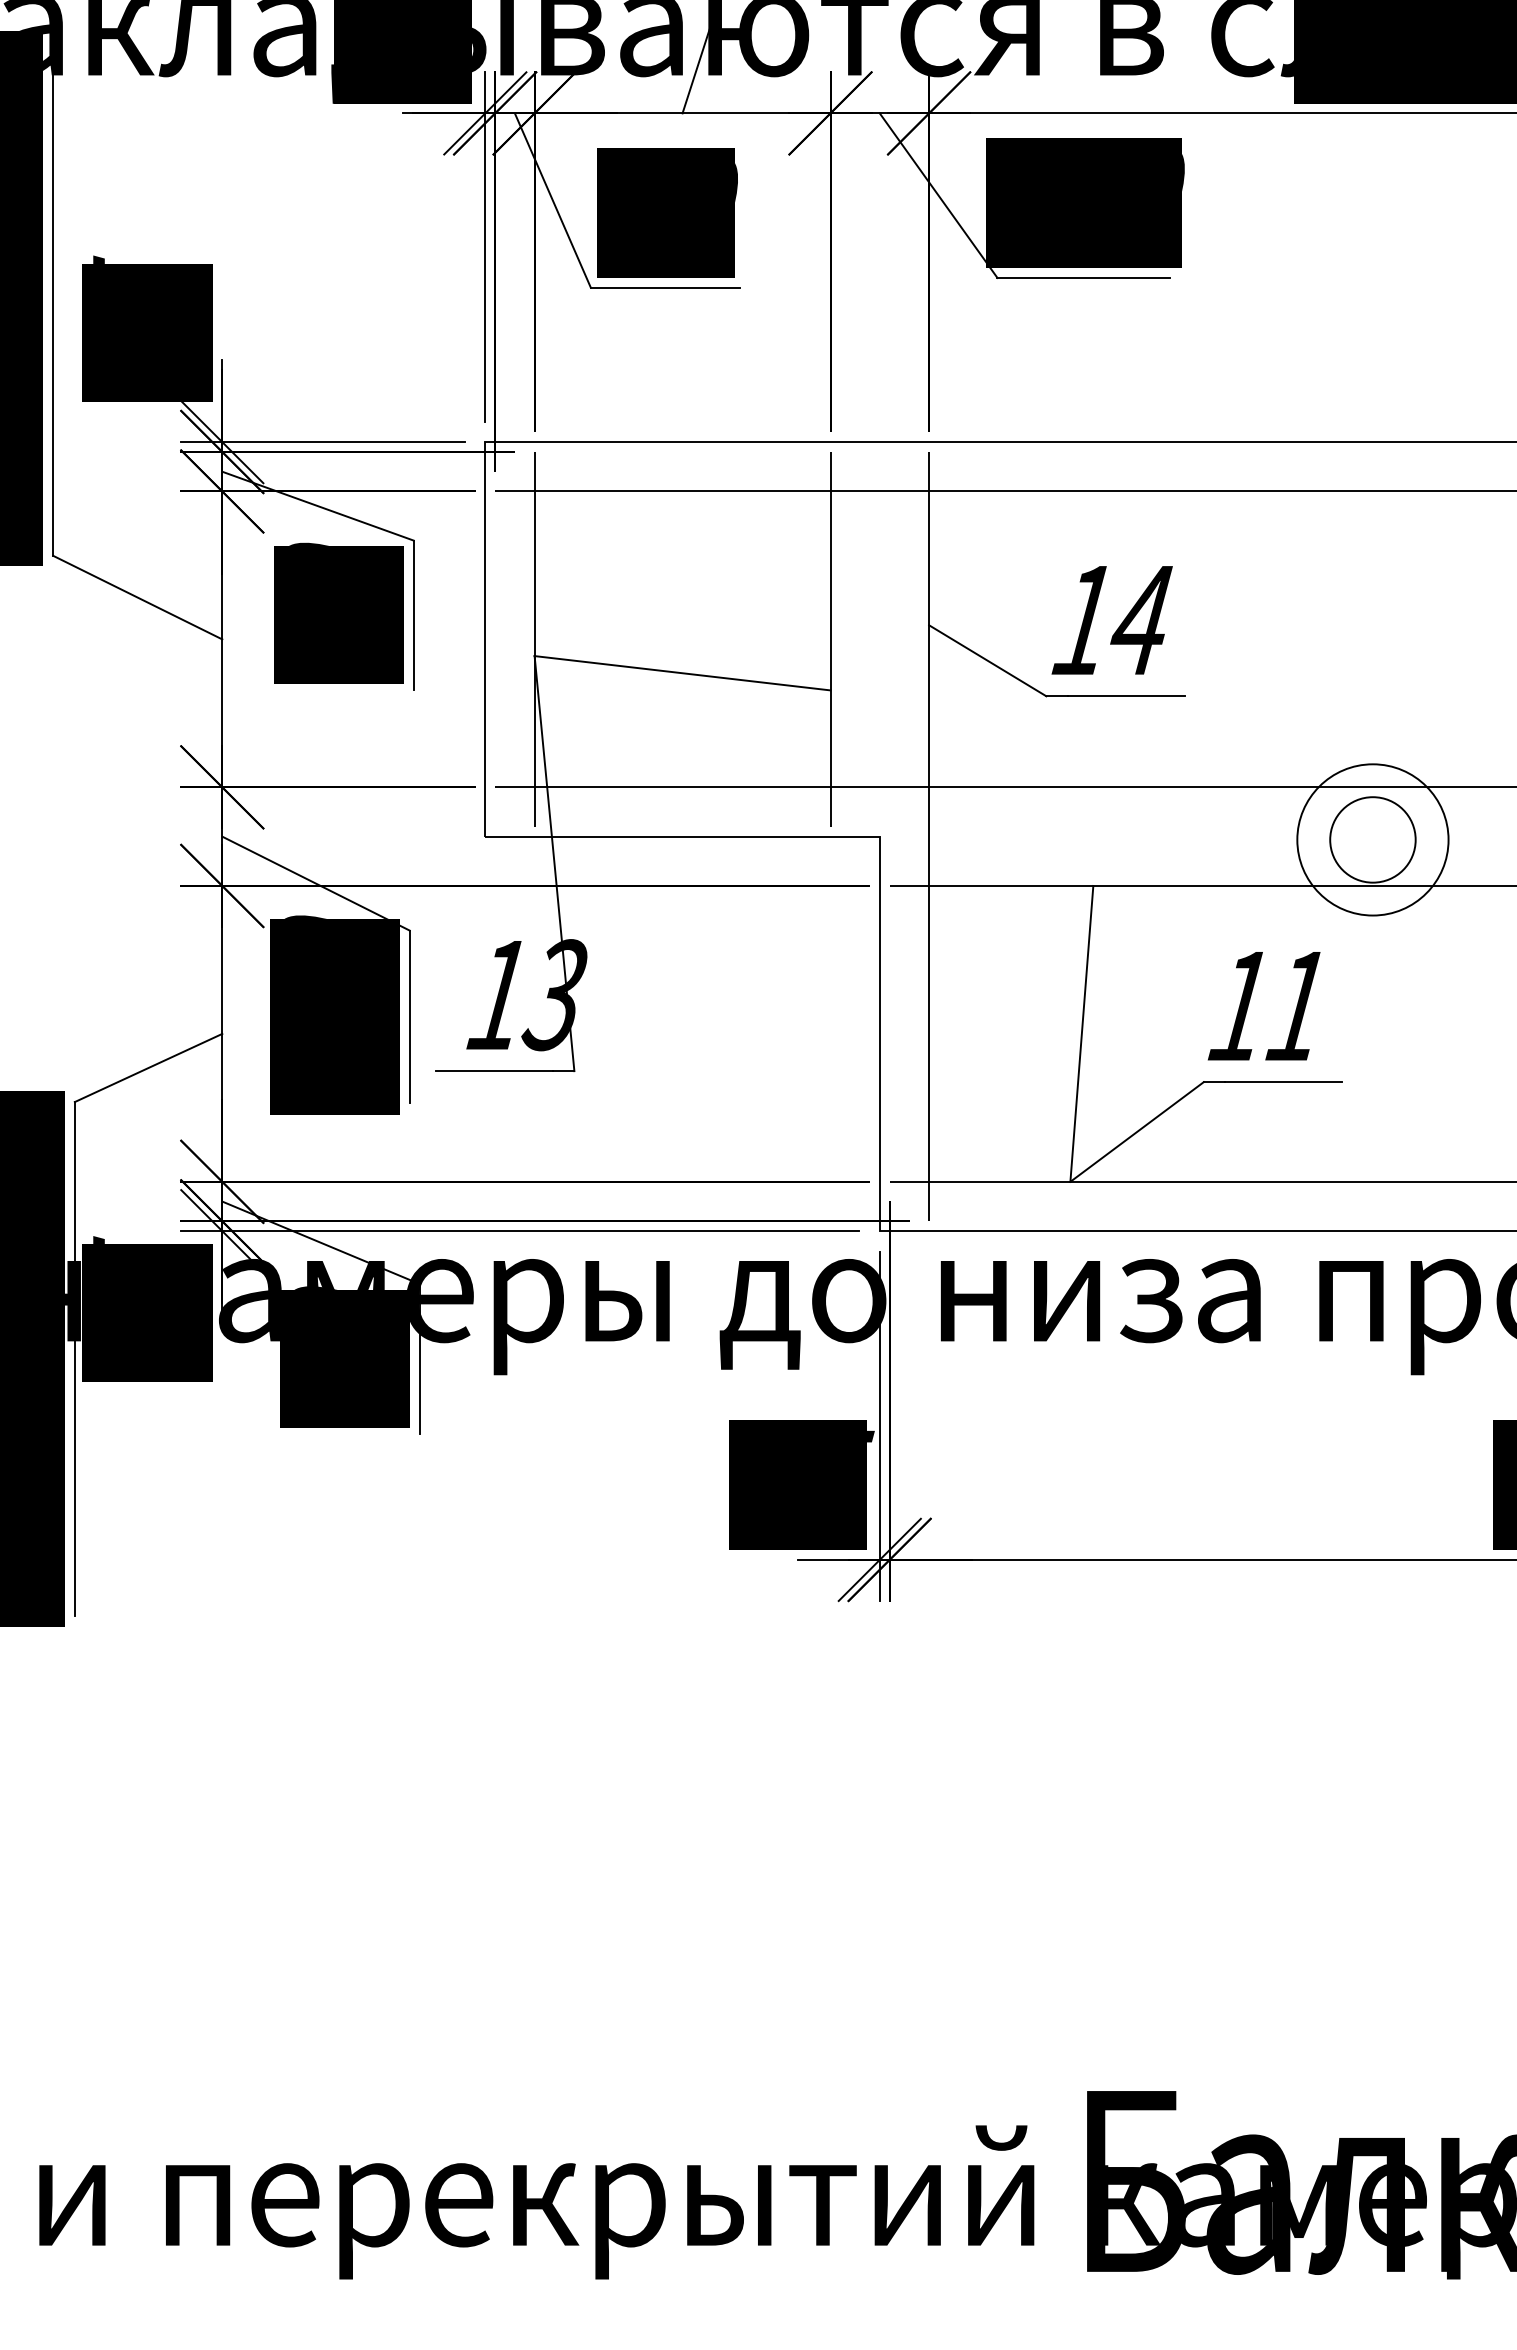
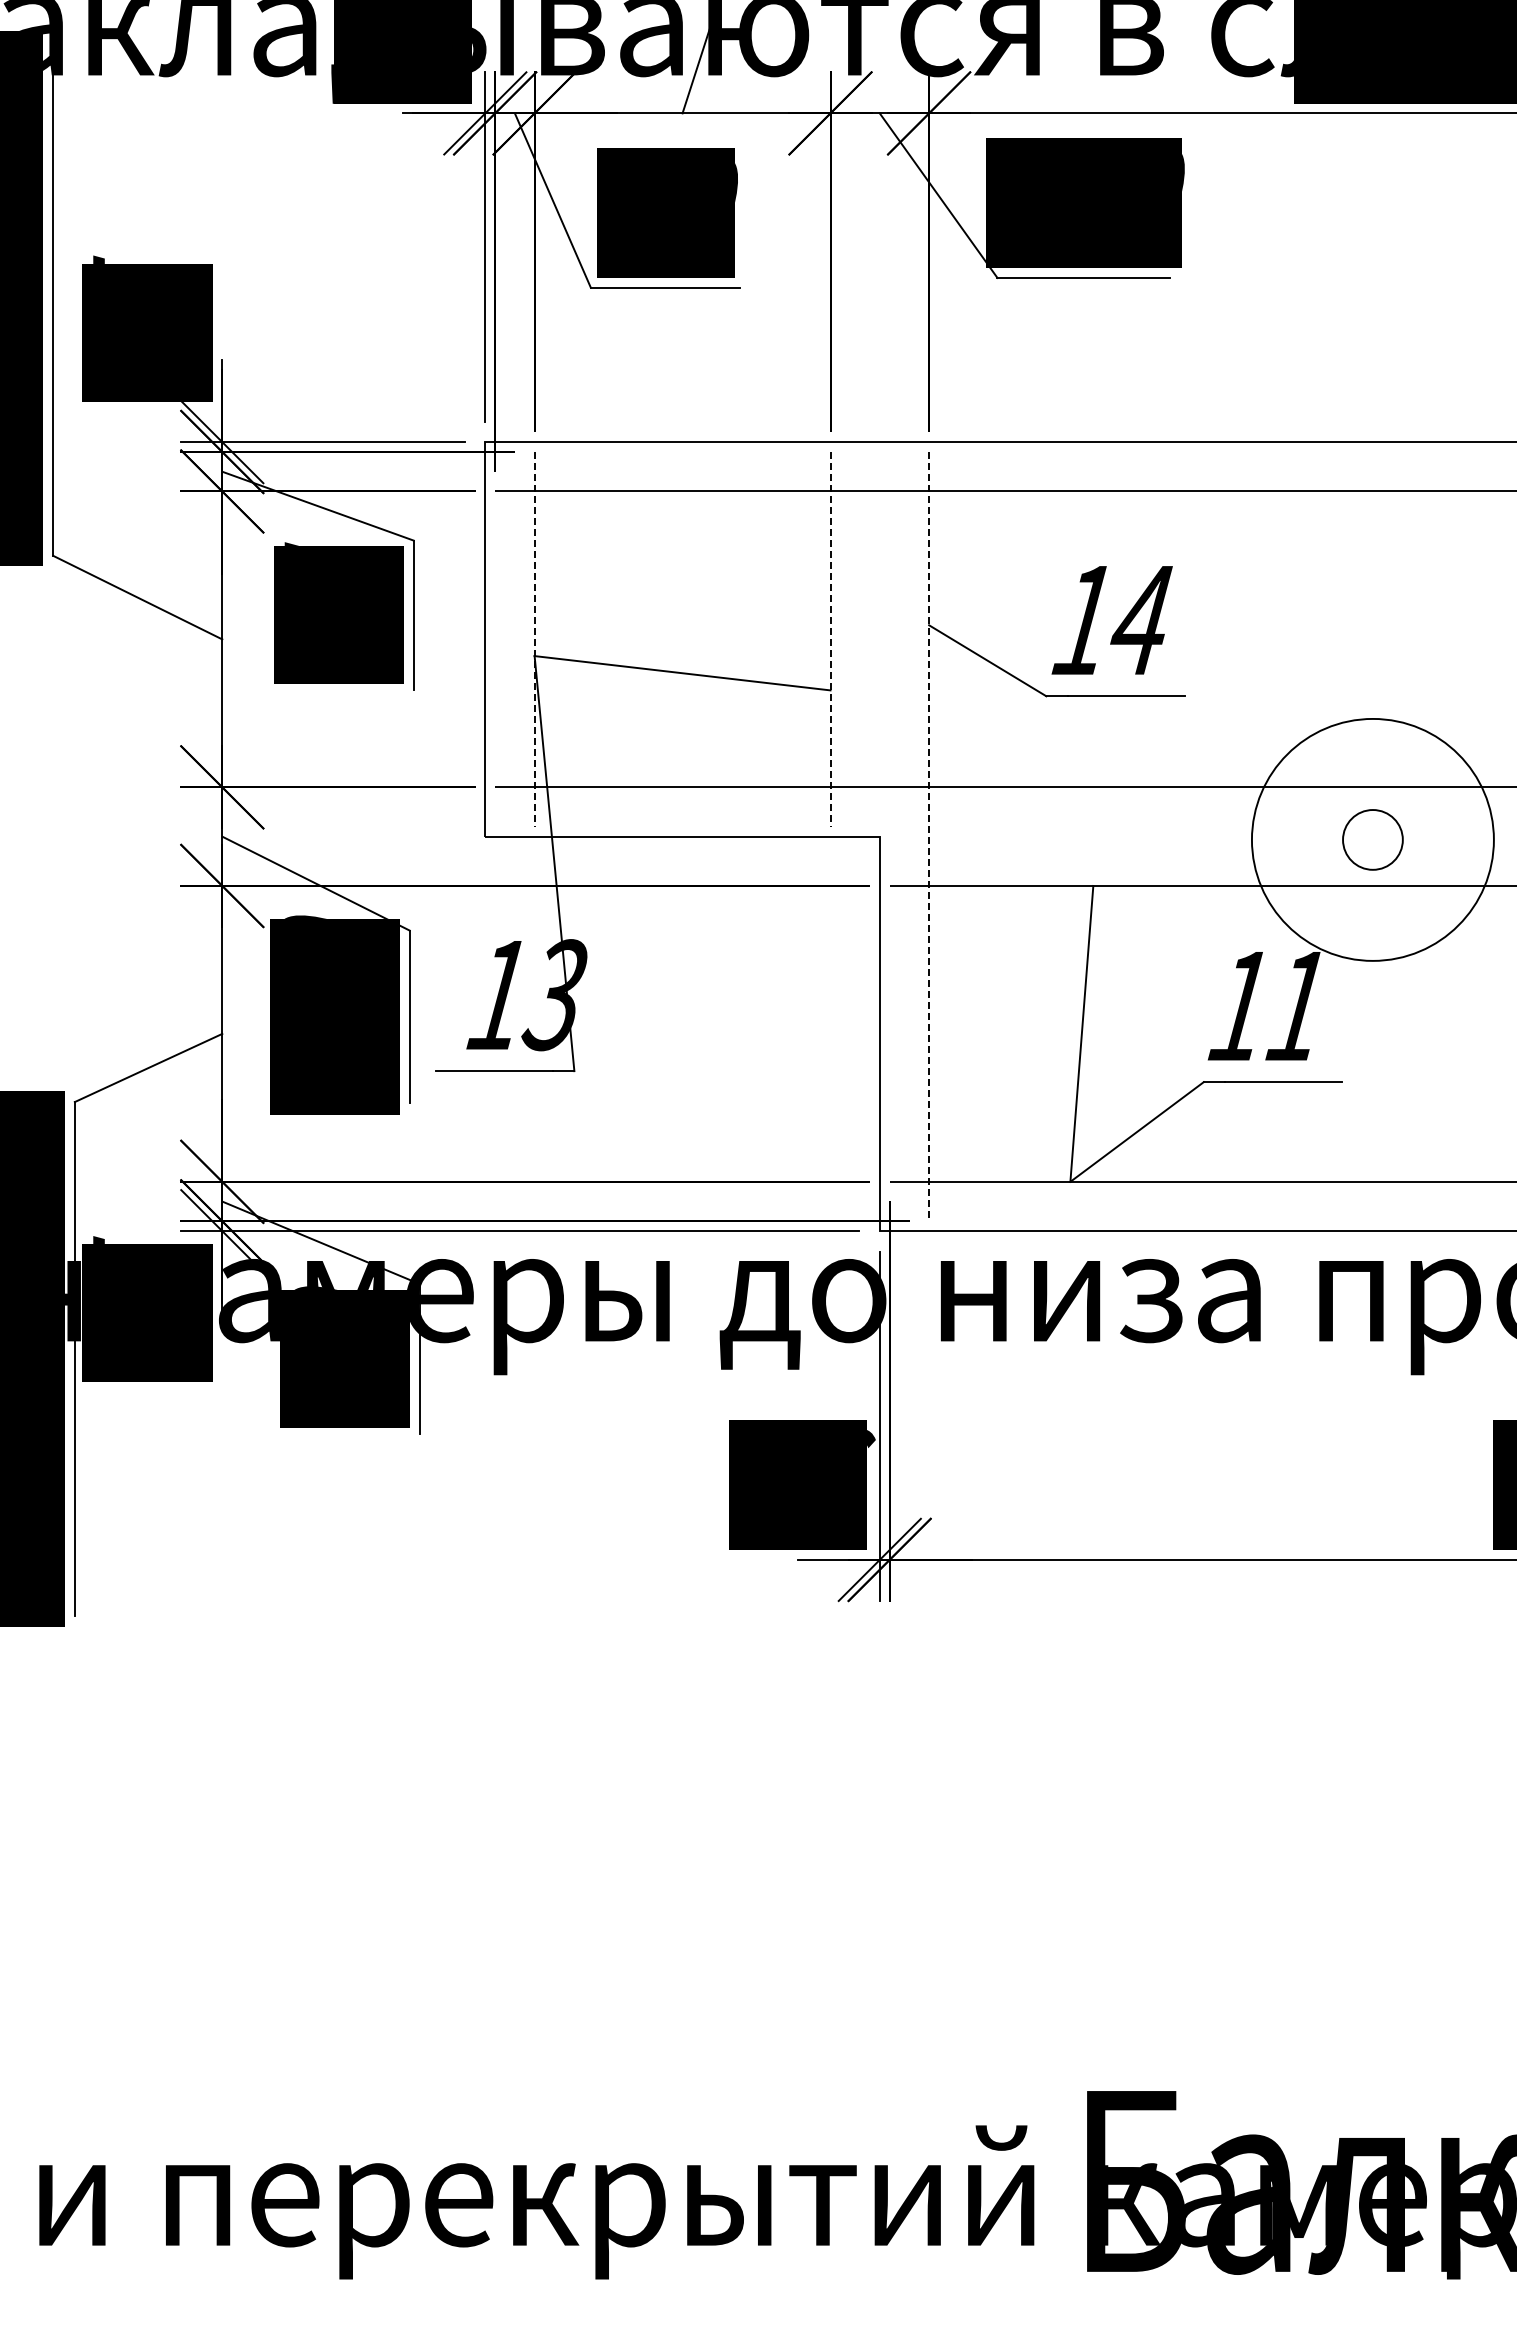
text at (306, 543): 60 -> 64
line at (534, 639): solid -> dashed
line at (830, 639): solid -> dashed
line at (929, 836): solid -> dashed
circle at (1372, 839) diameter: 151 px -> 242 px
circle at (1372, 839) diameter: 85 px -> 60 px
text at (871, 1438): 15 -> 16
